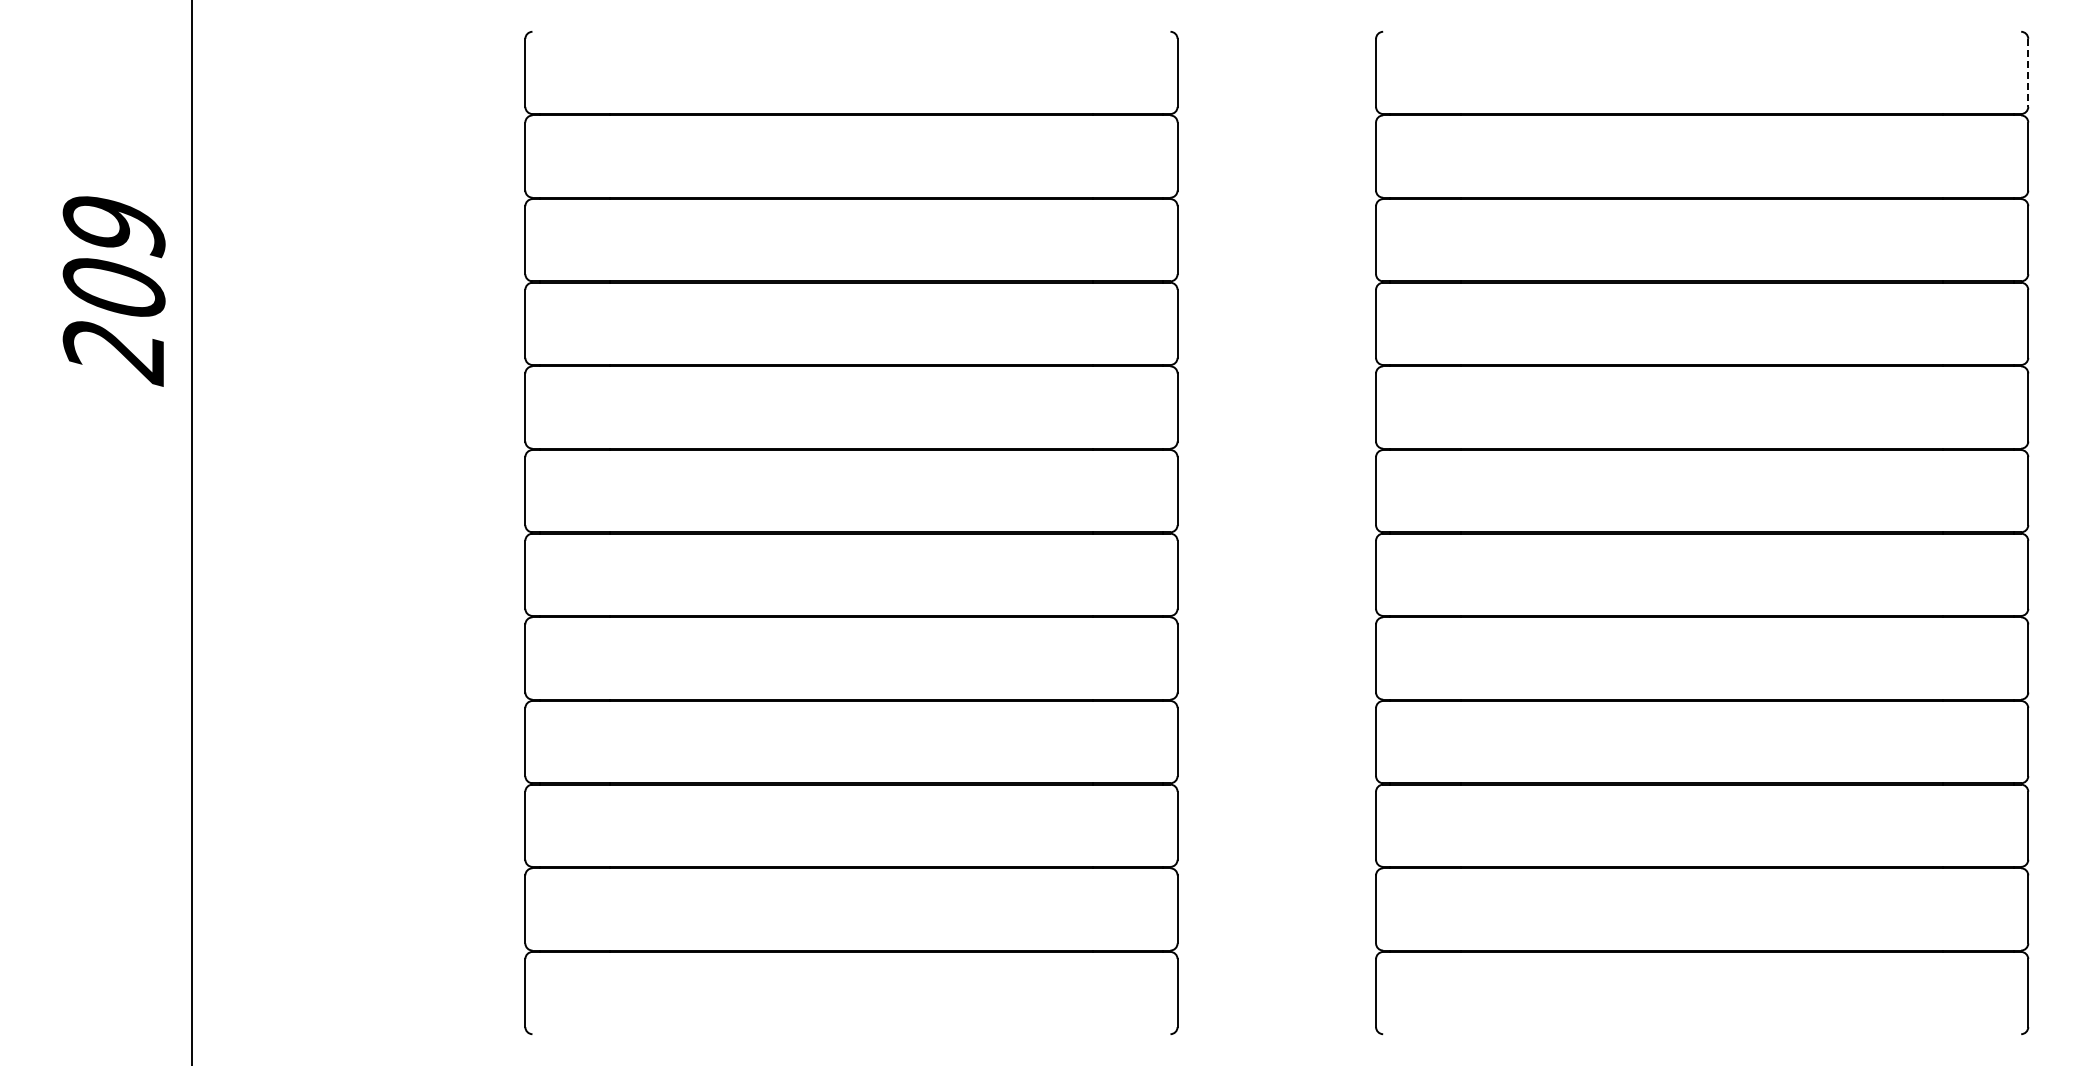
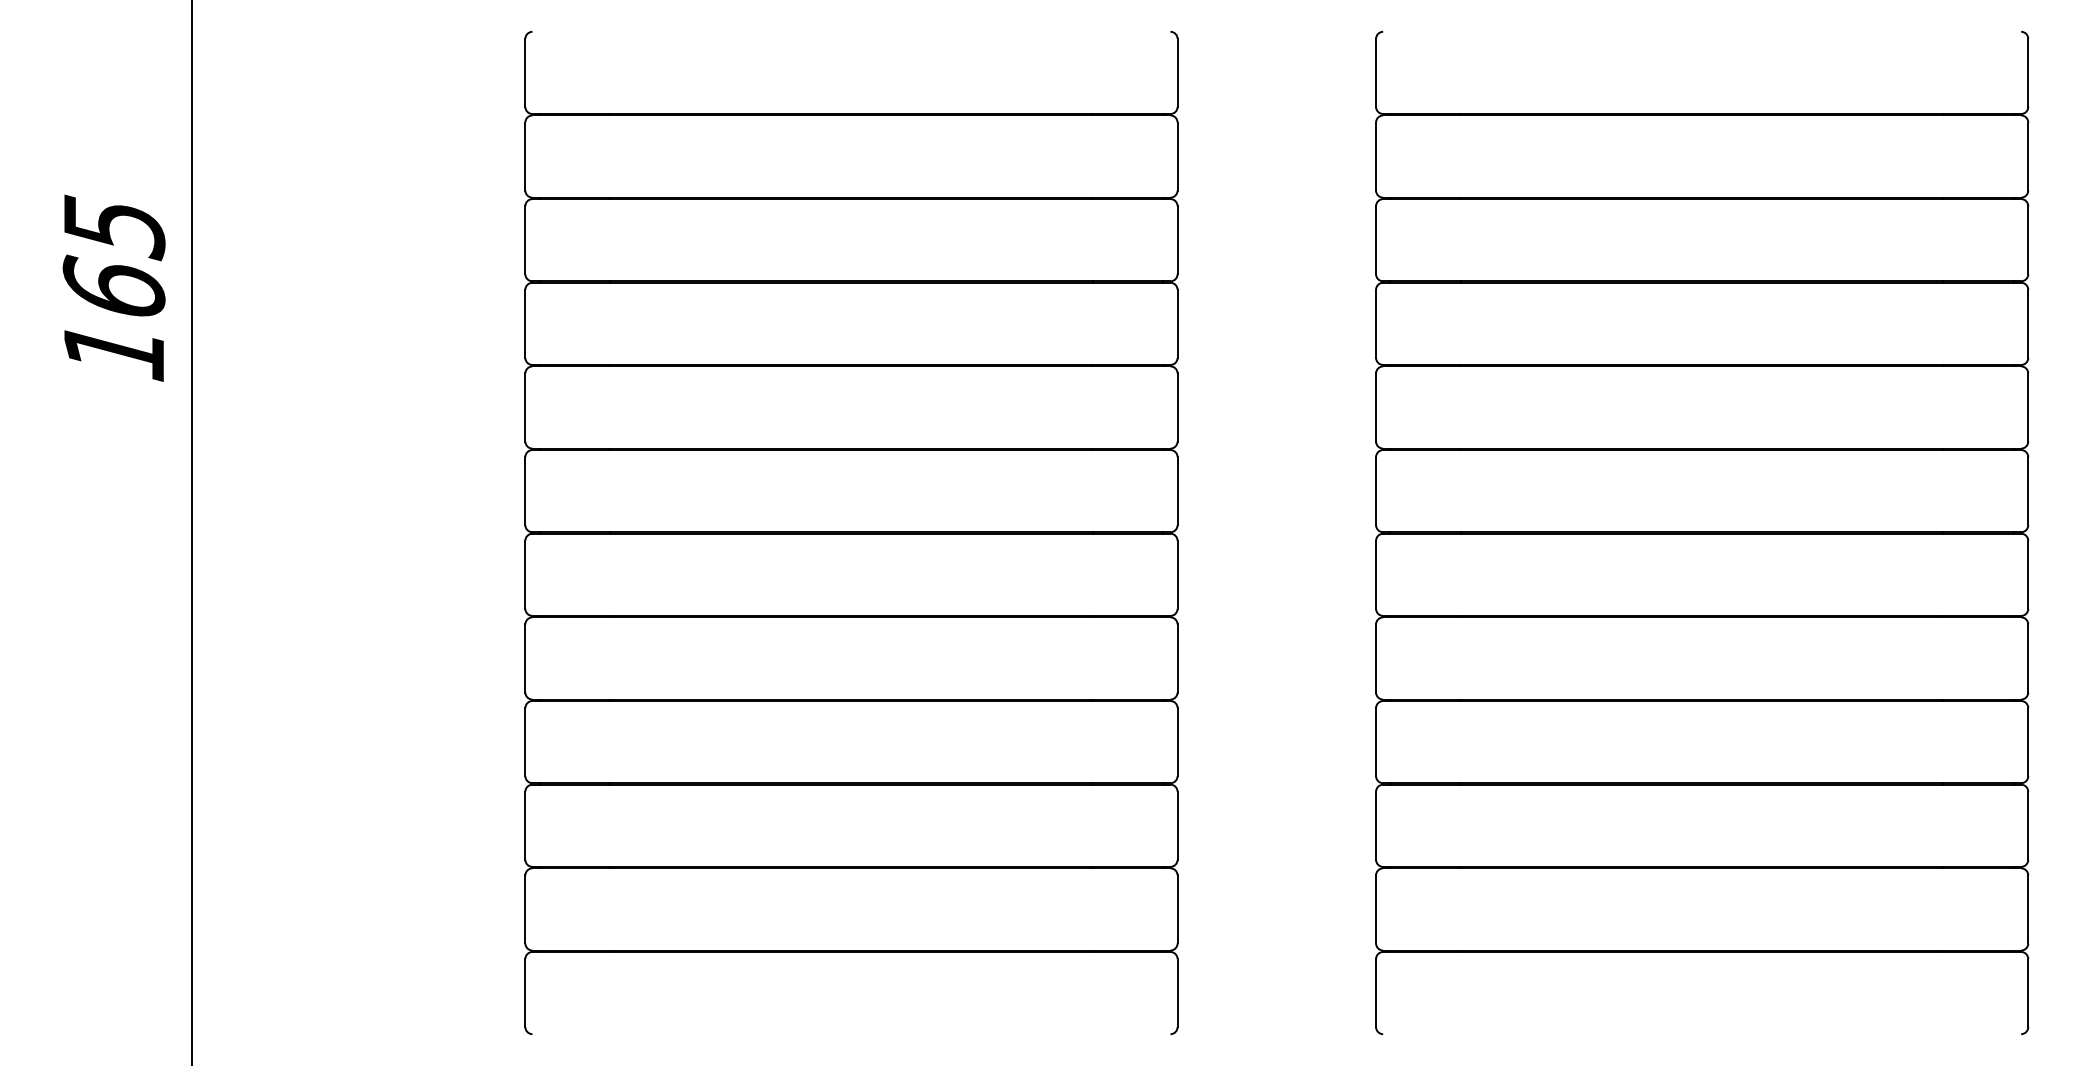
line at (2028, 73): dashed -> solid
text at (113, 290): 209 -> 165
